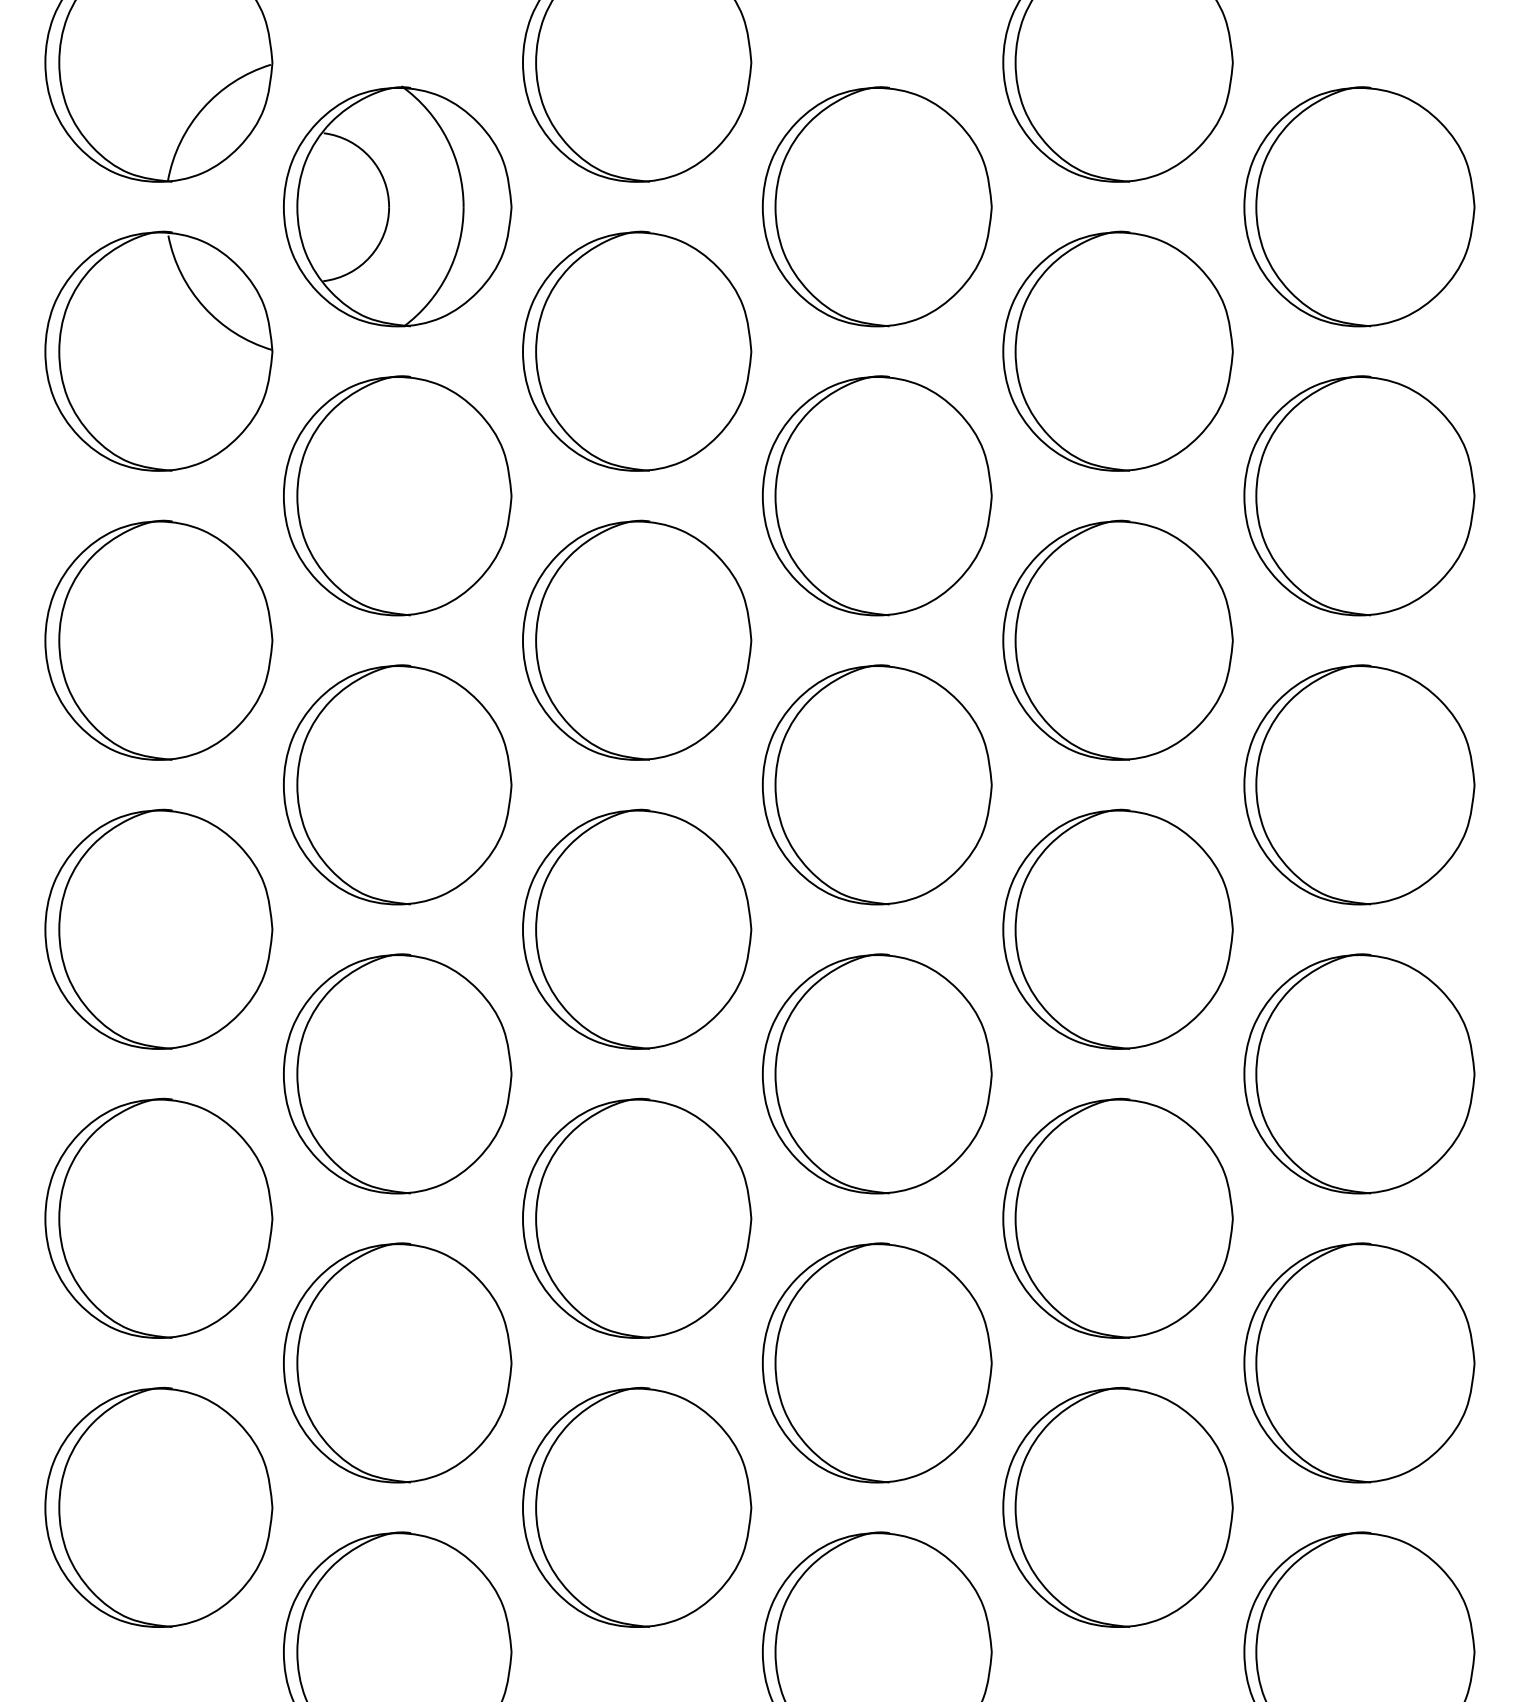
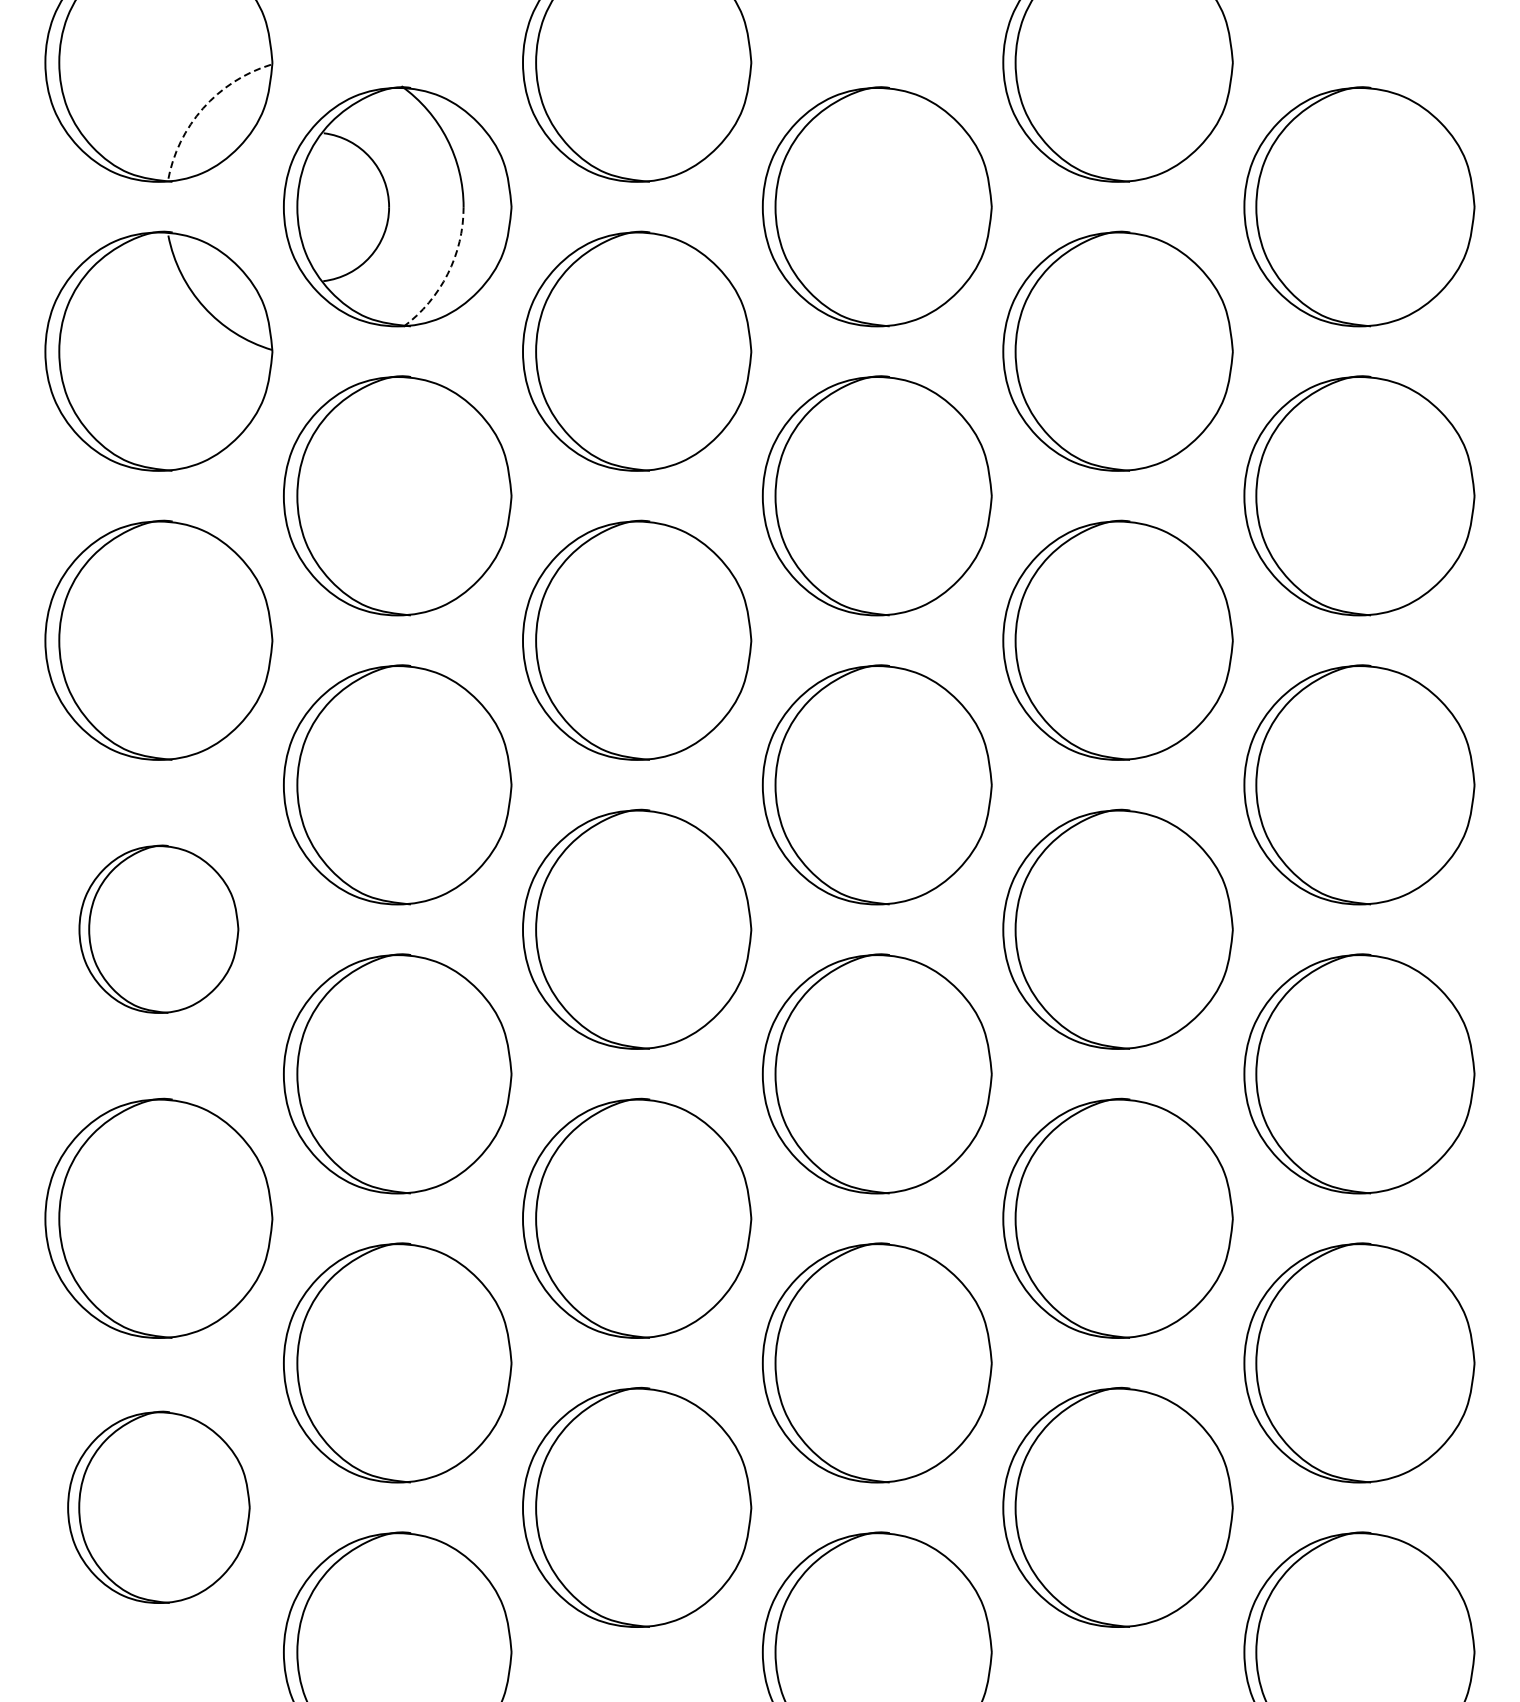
arc at (203, 108): solid -> dashed
arc at (447, 274): solid -> dashed
part at (158, 928) size: 230x242 px -> 162x170 px
part at (158, 1506) size: 230x242 px -> 184x194 px
